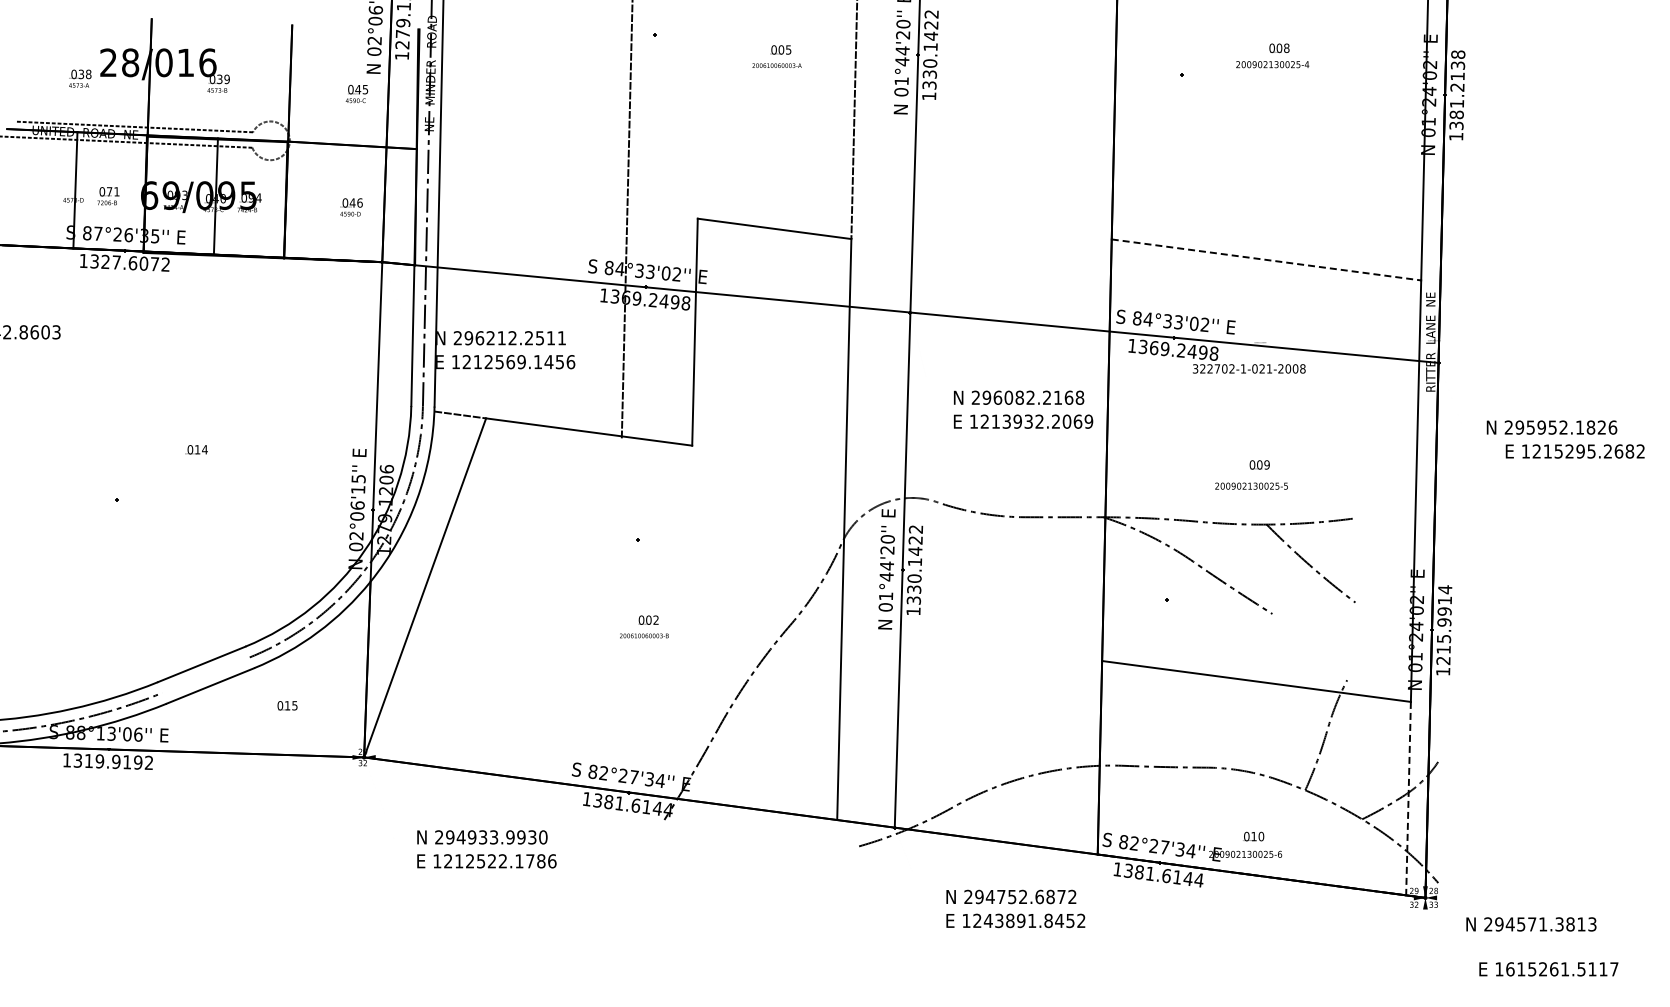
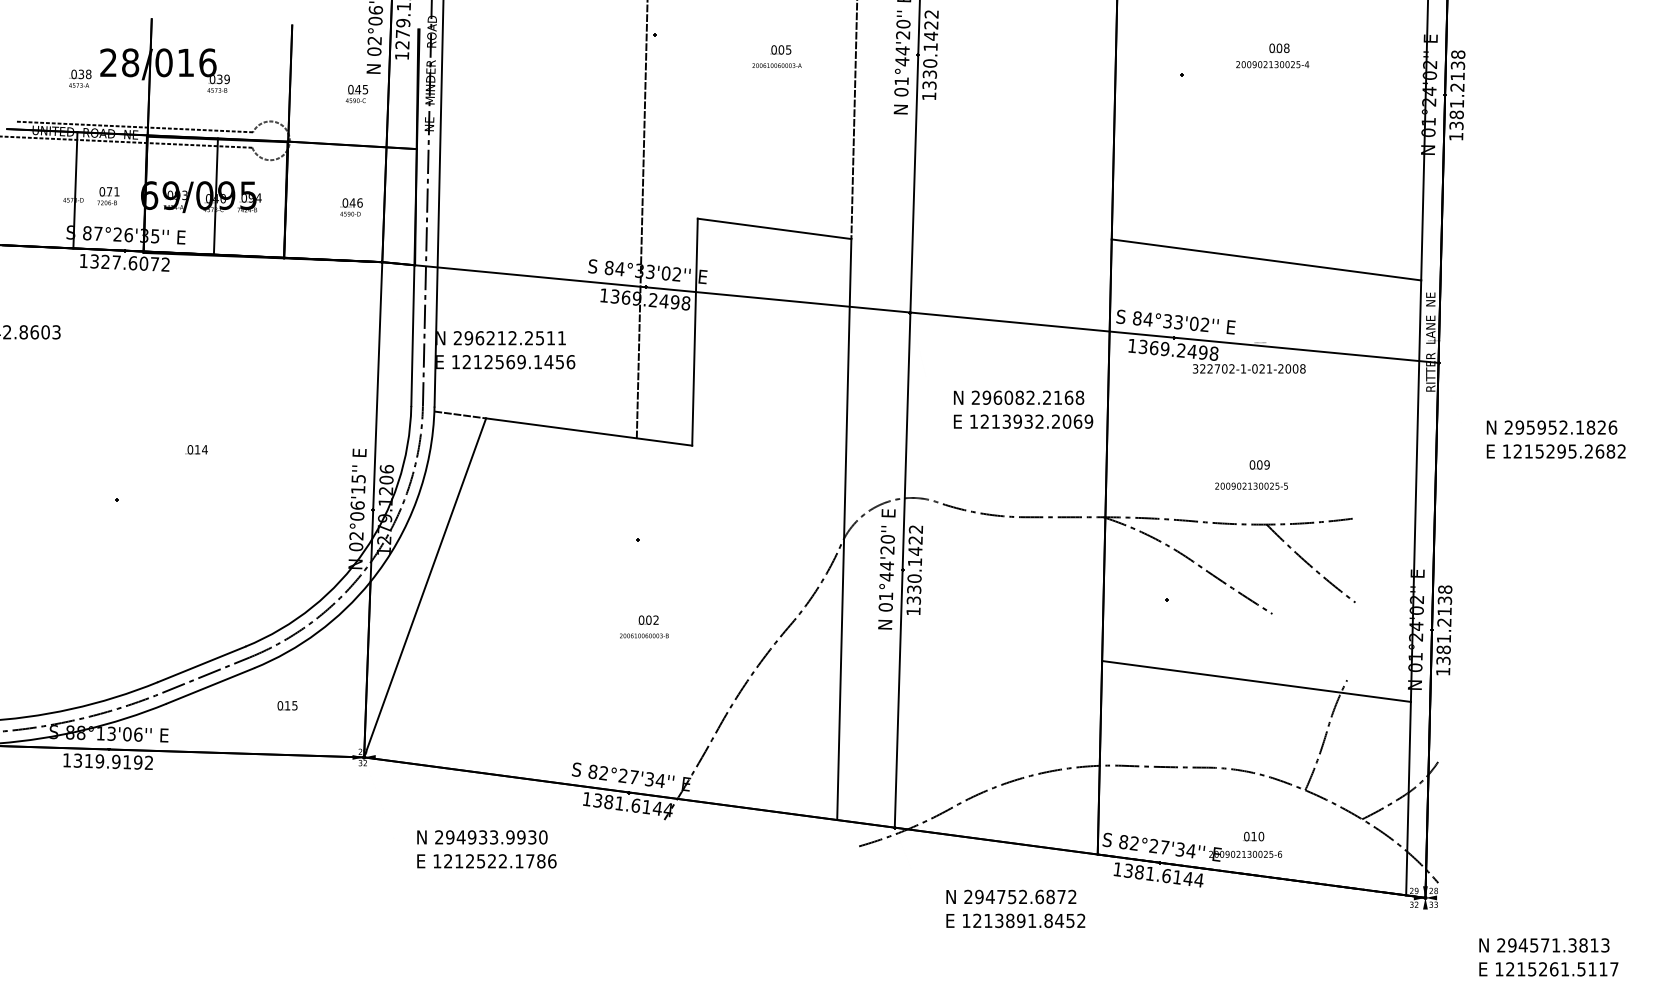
line at (626, 220) position: (626, 220) -> (641, 220)
line at (1266, 260): dashed -> solid
text at (1574, 451) position: (1574, 451) -> (1555, 451)
text at (1444, 624): 1215.9914 -> 1381.2138
line at (205, 674): none -> present
line at (1408, 798): dashed -> solid
text at (987, 920): 1243891.8452 -> 1213891.8452
text at (1531, 924) position: (1531, 924) -> (1544, 945)
text at (1510, 969): 1615261.5117 -> 1215261.5117
